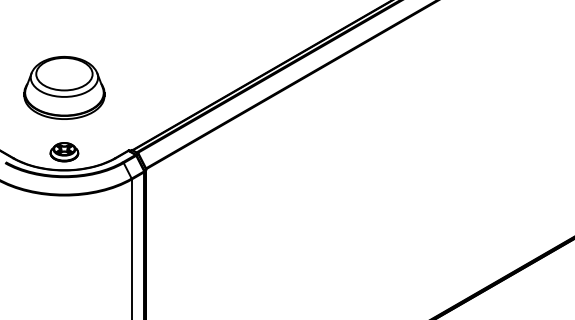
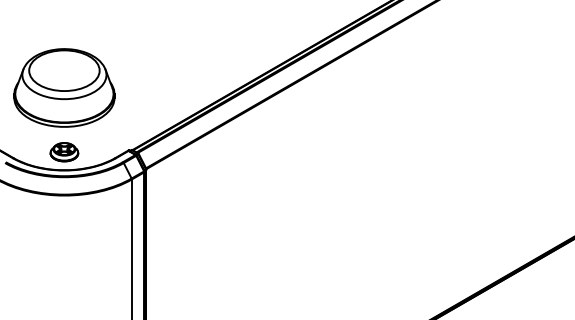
part at (64, 87) size: 83x64 px -> 103x80 px
